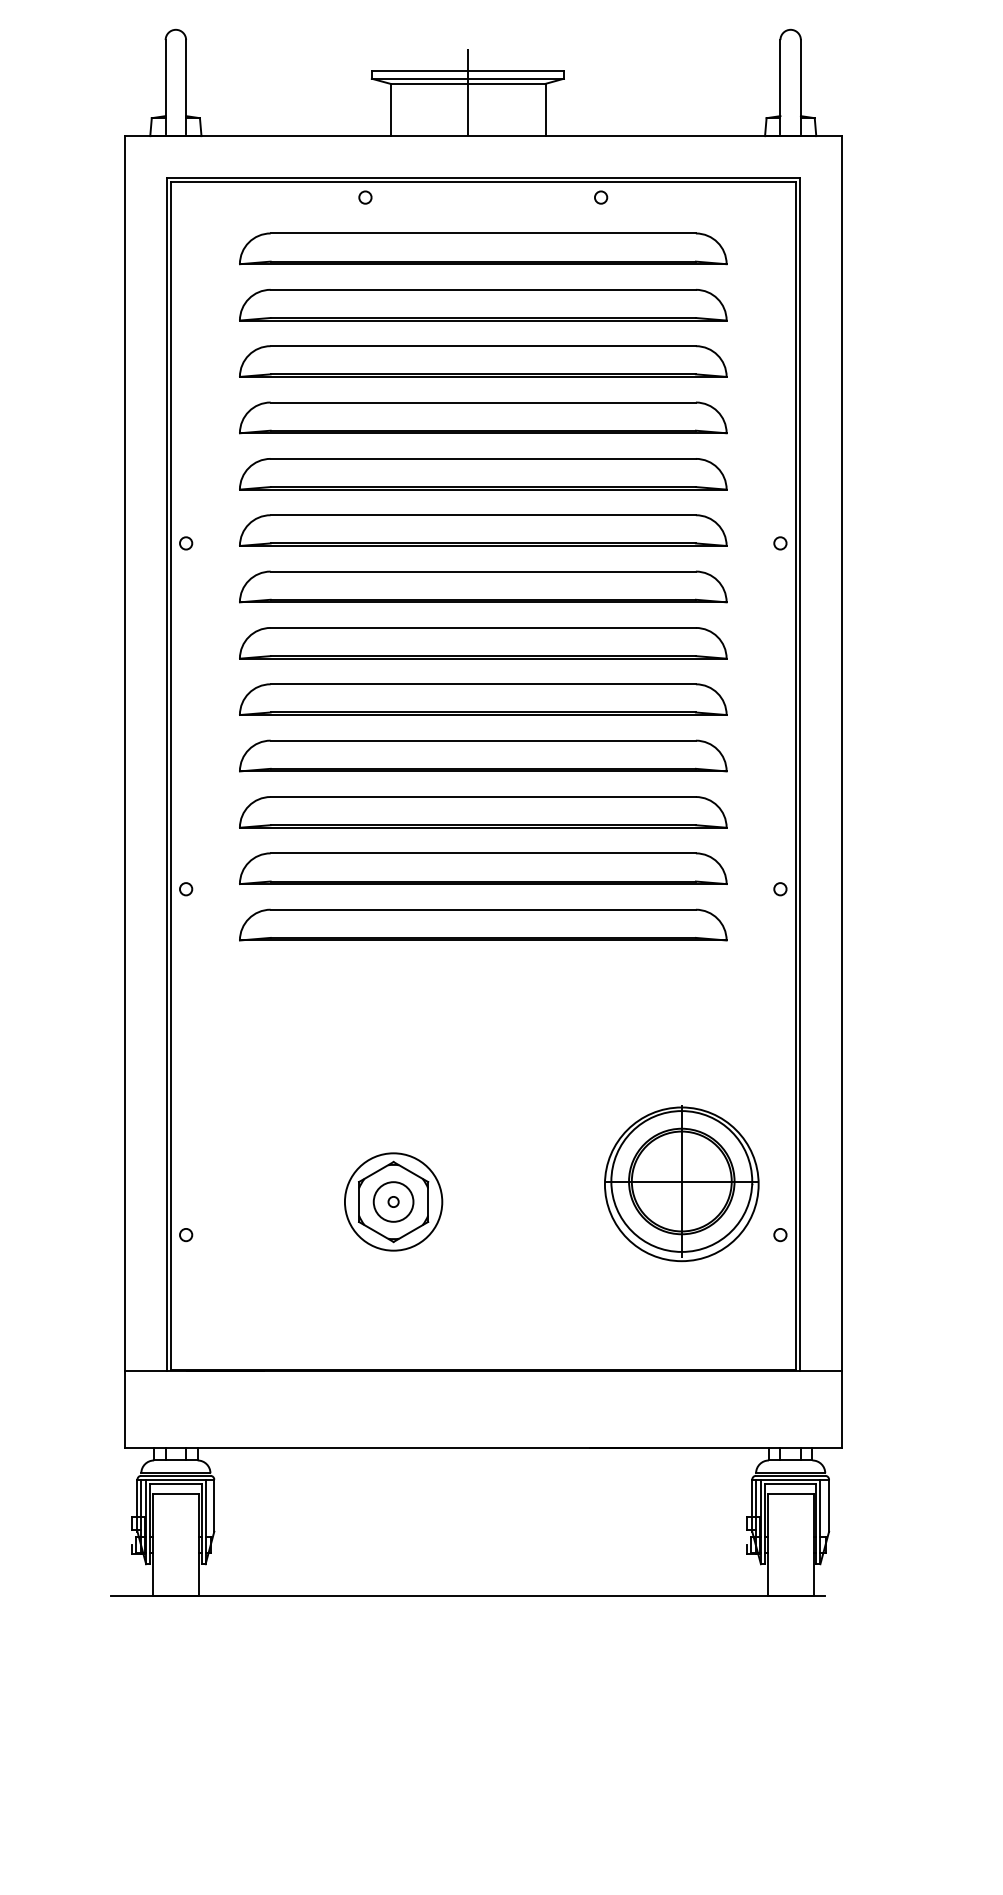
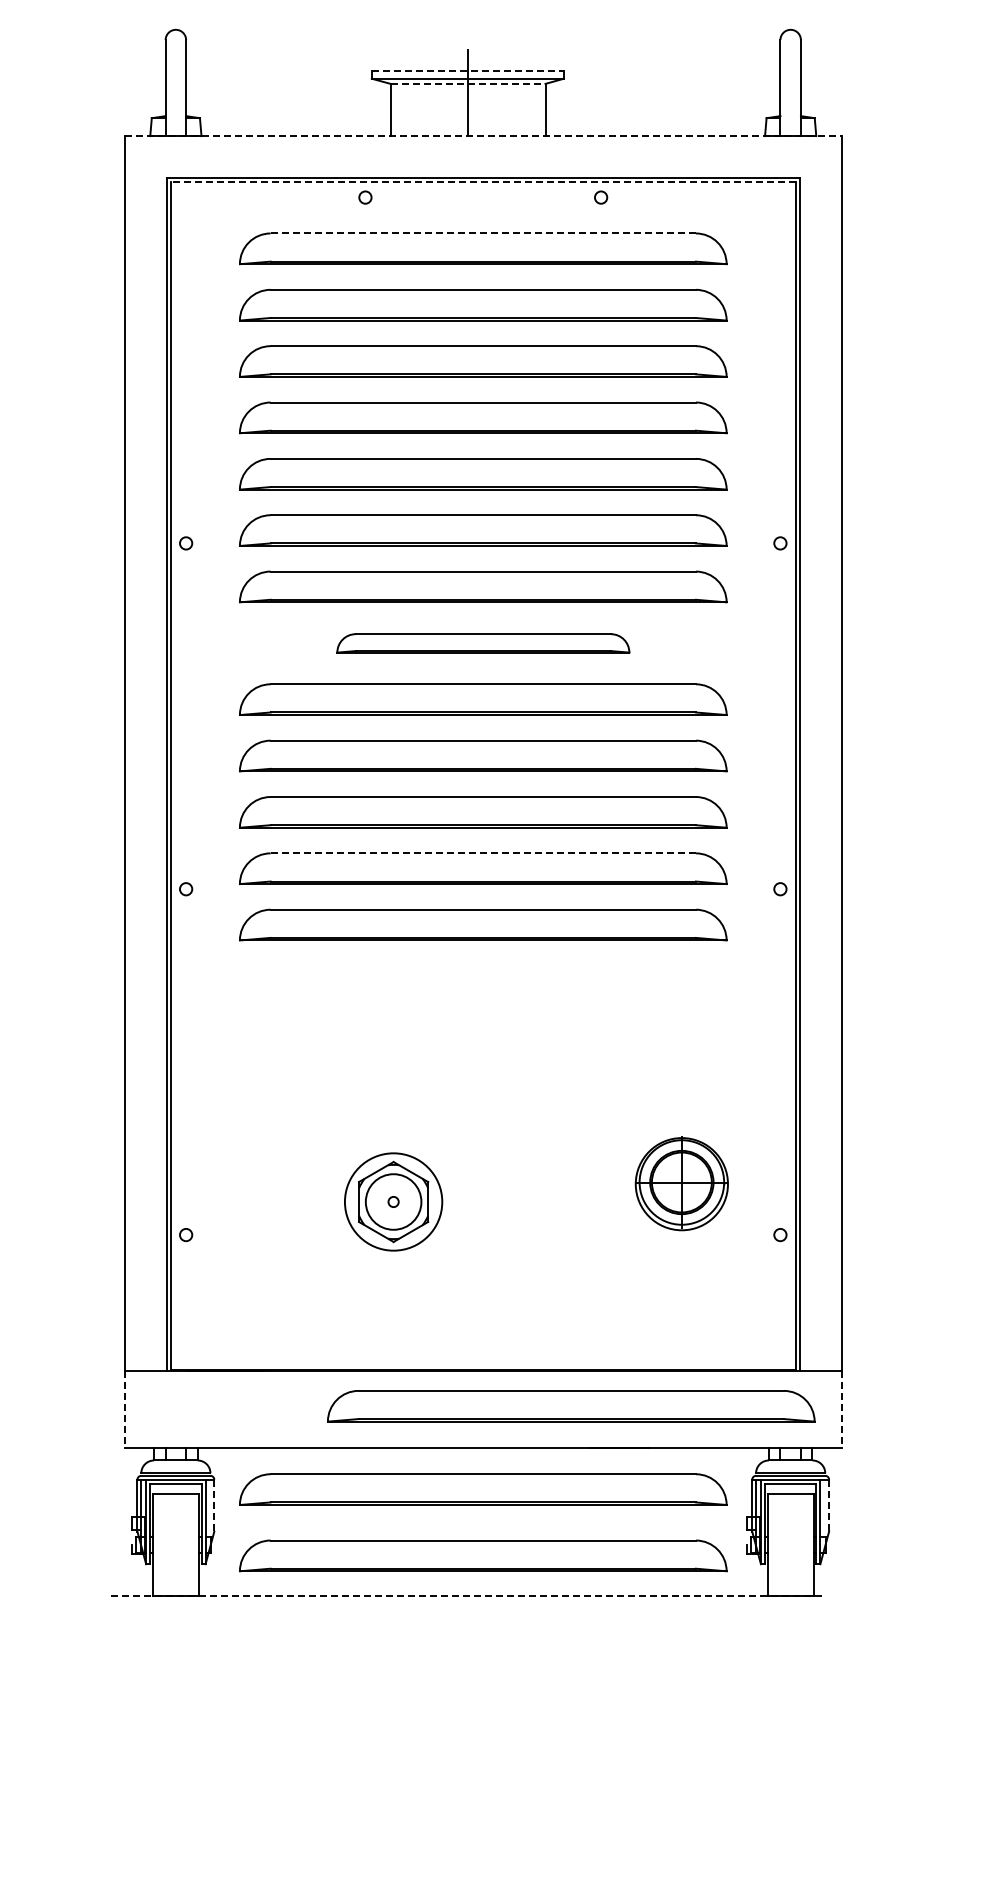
line at (468, 71): solid -> dashed
line at (468, 83): solid -> dashed
line at (483, 136): solid -> dashed
line at (483, 182): solid -> dashed
line at (483, 233): solid -> dashed
part at (483, 643) size: 489x33 px -> 295x21 px
line at (483, 853): solid -> dashed
part at (681, 1183) size: 156x158 px -> 95x96 px
circle at (393, 1201) diameter: 40 px -> 56 px
part at (571, 1406): none -> present
line at (124, 1409): solid -> dashed
line at (841, 1409): solid -> dashed
part at (483, 1489): none -> present
line at (214, 1506): solid -> dashed
line at (829, 1506): solid -> dashed
part at (483, 1555): none -> present
line at (468, 1596): solid -> dashed
